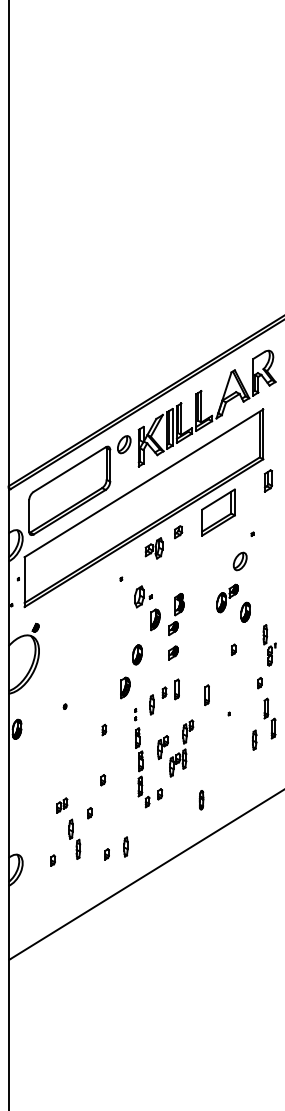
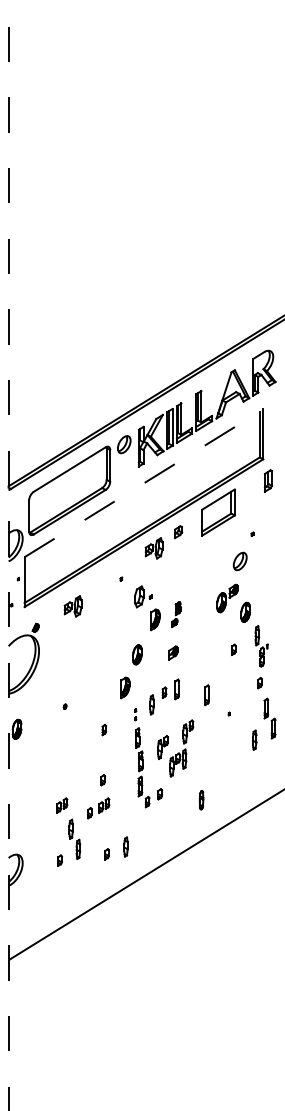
line at (144, 483): solid -> dashed
line at (8, 555): solid -> dashed
part at (72, 606): none -> present
part at (176, 614) size: 17x44 px -> 11x27 px
part at (269, 645) position: (269, 645) -> (261, 646)
part at (104, 805): none -> present
part at (52, 860) position: (52, 860) -> (59, 860)
